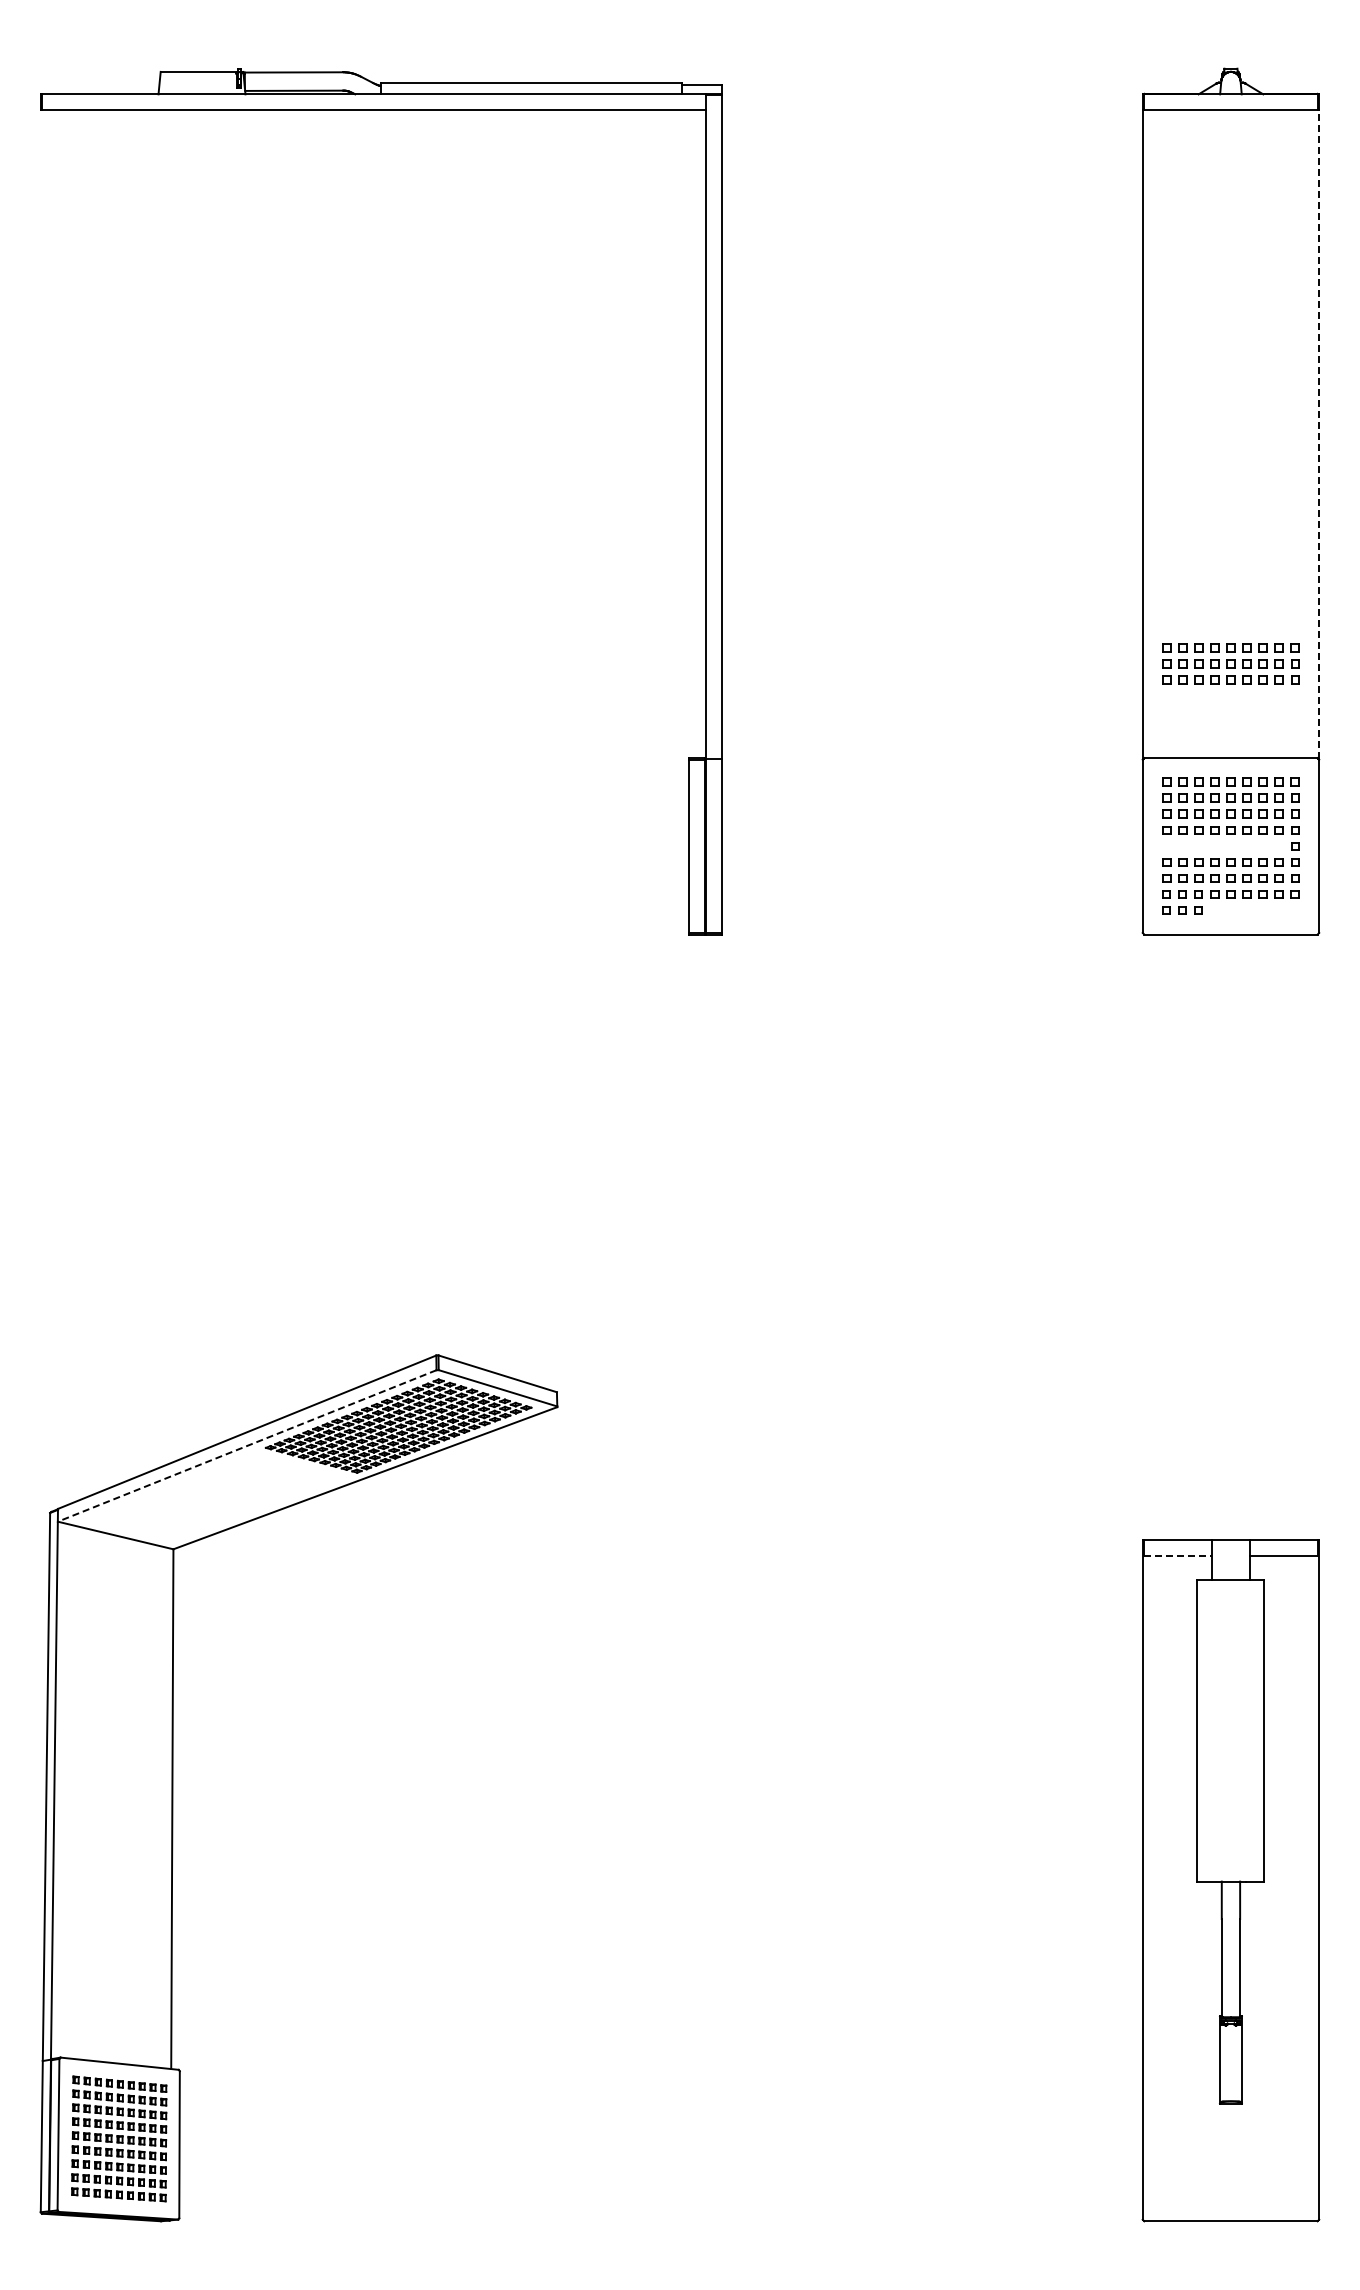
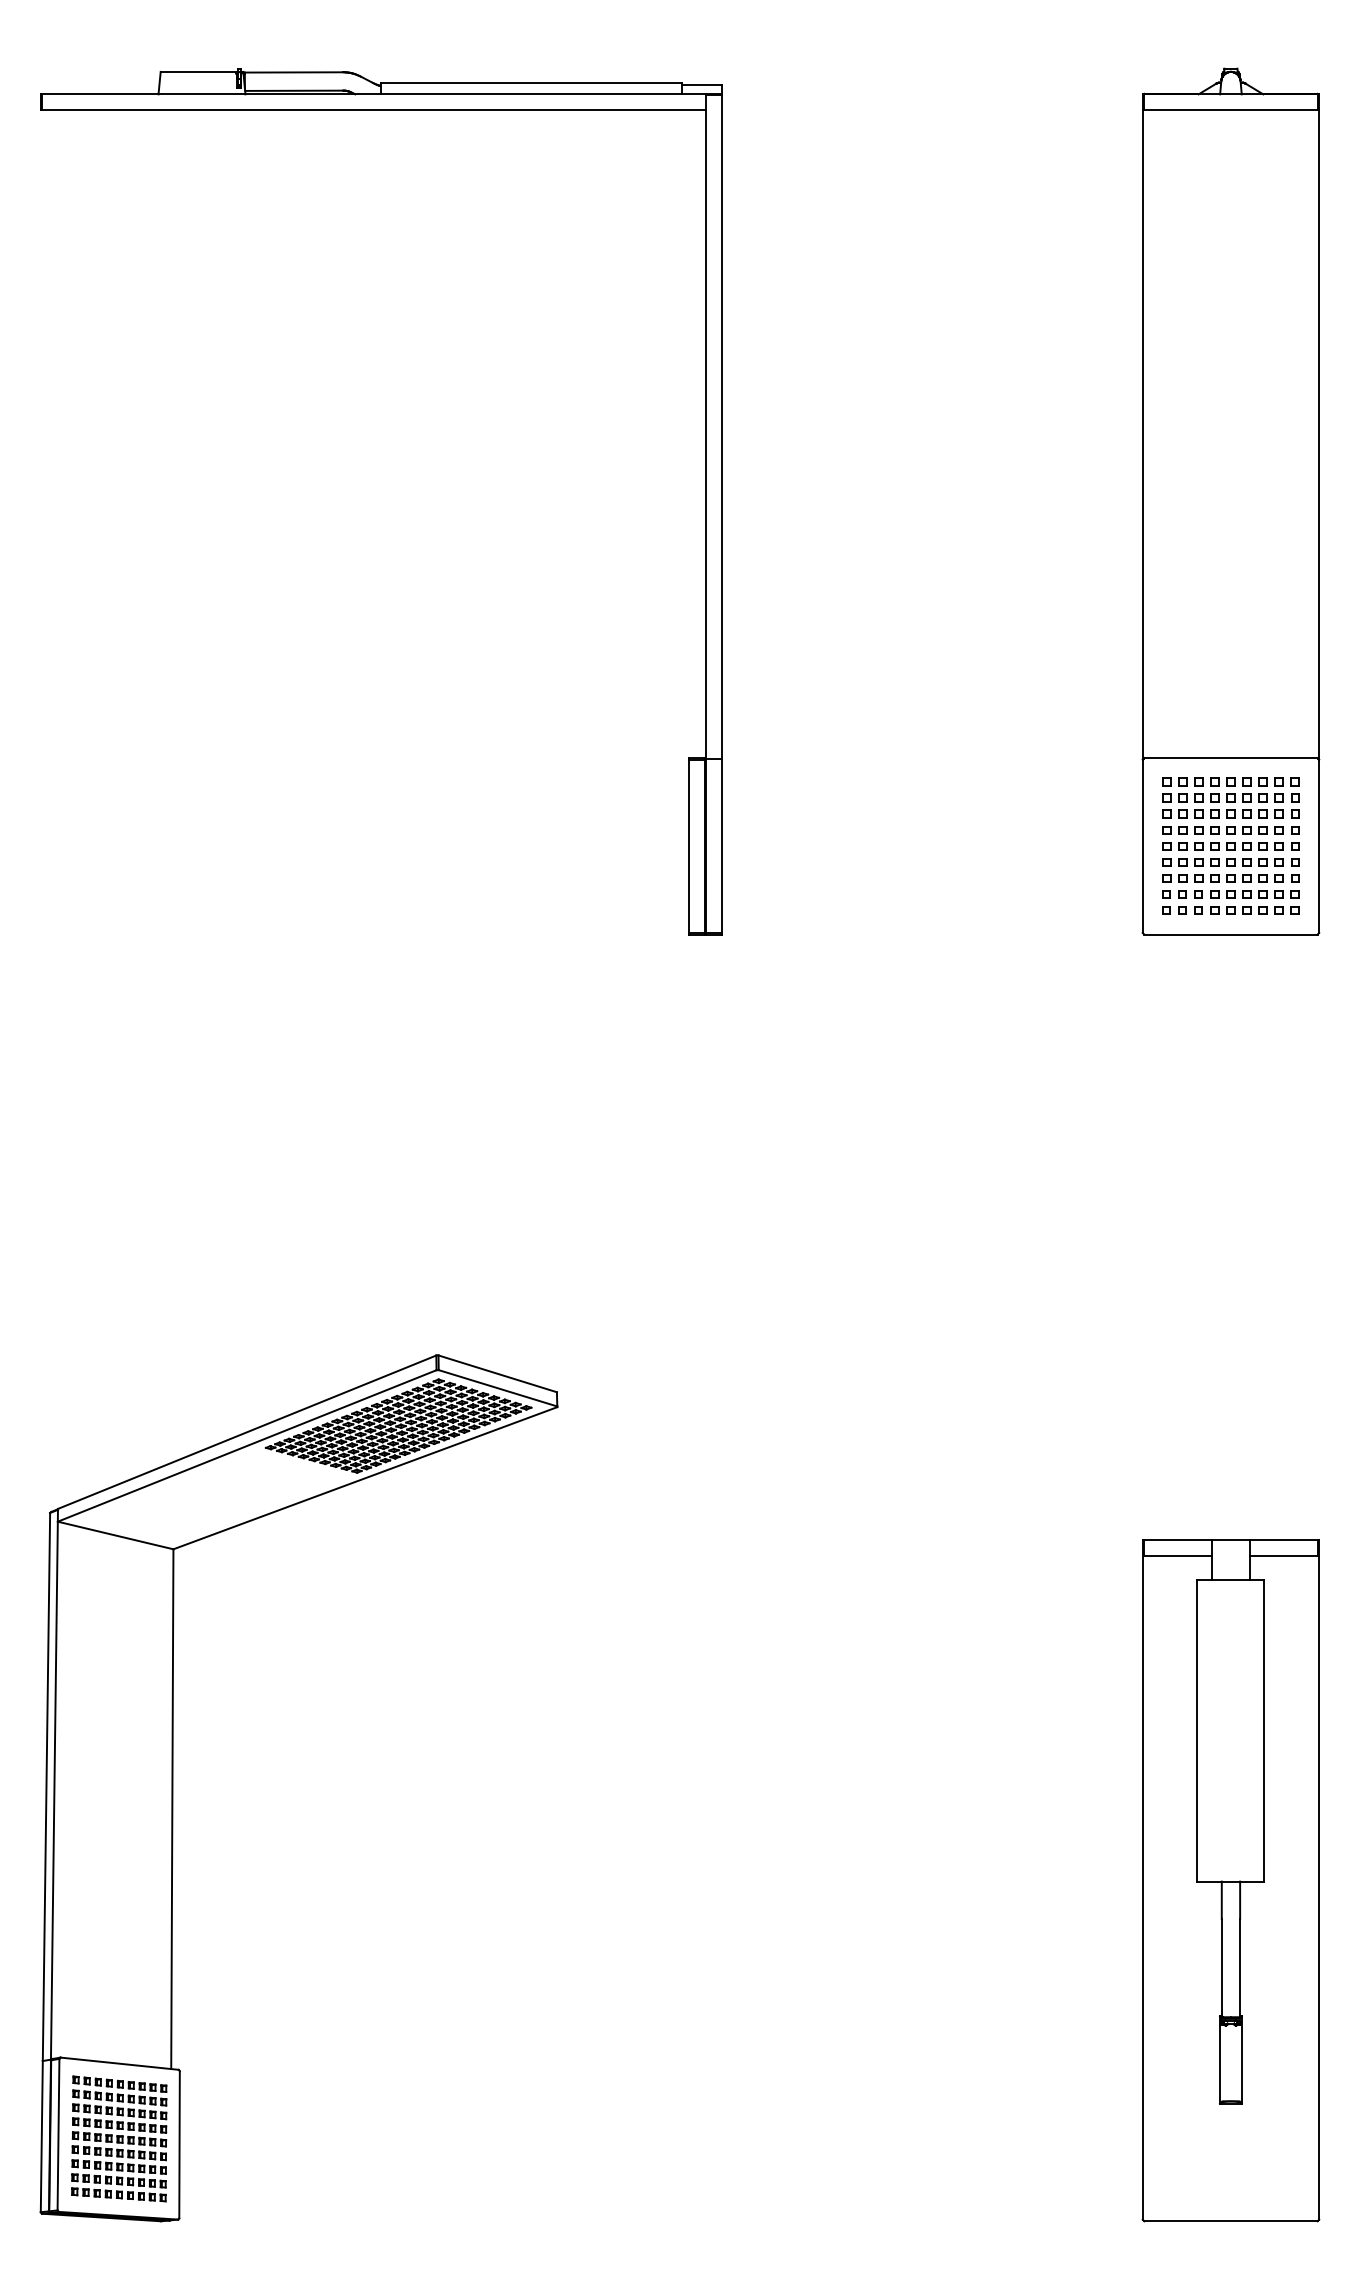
line at (1319, 434): dashed -> solid
part at (1230, 663): present -> none
part at (1222, 846): none -> present
part at (1254, 910): none -> present
line at (247, 1445): dashed -> solid
line at (1178, 1556): dashed -> solid
